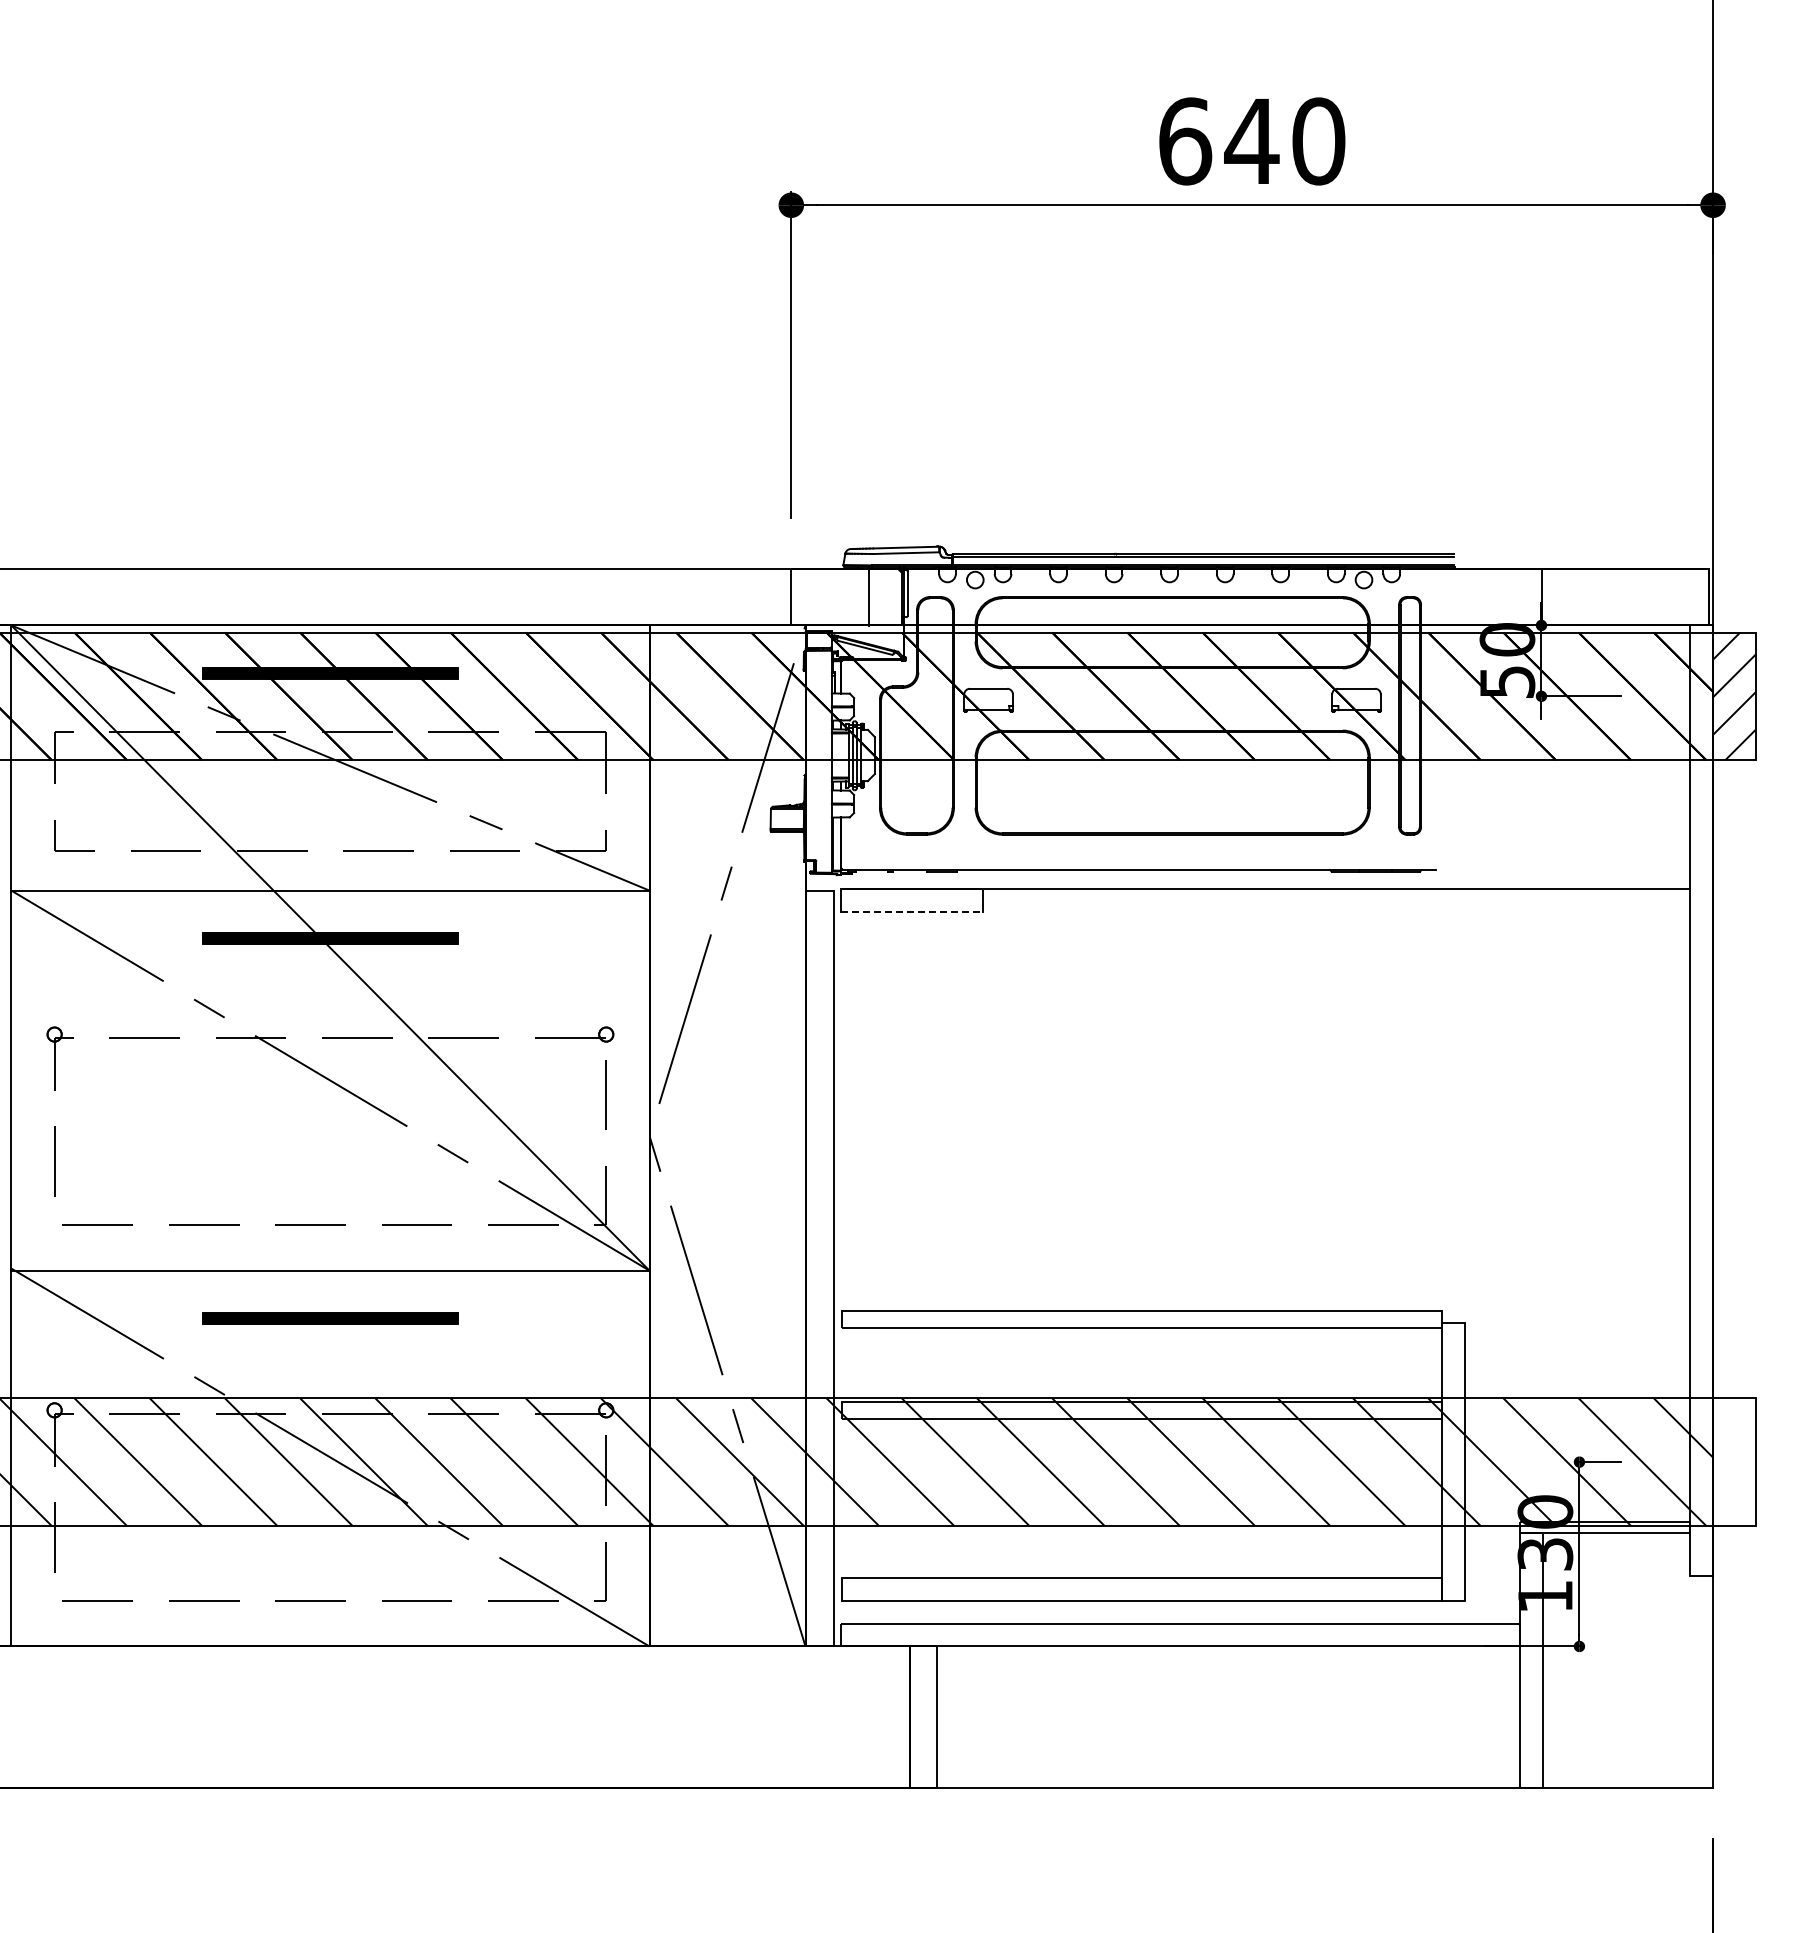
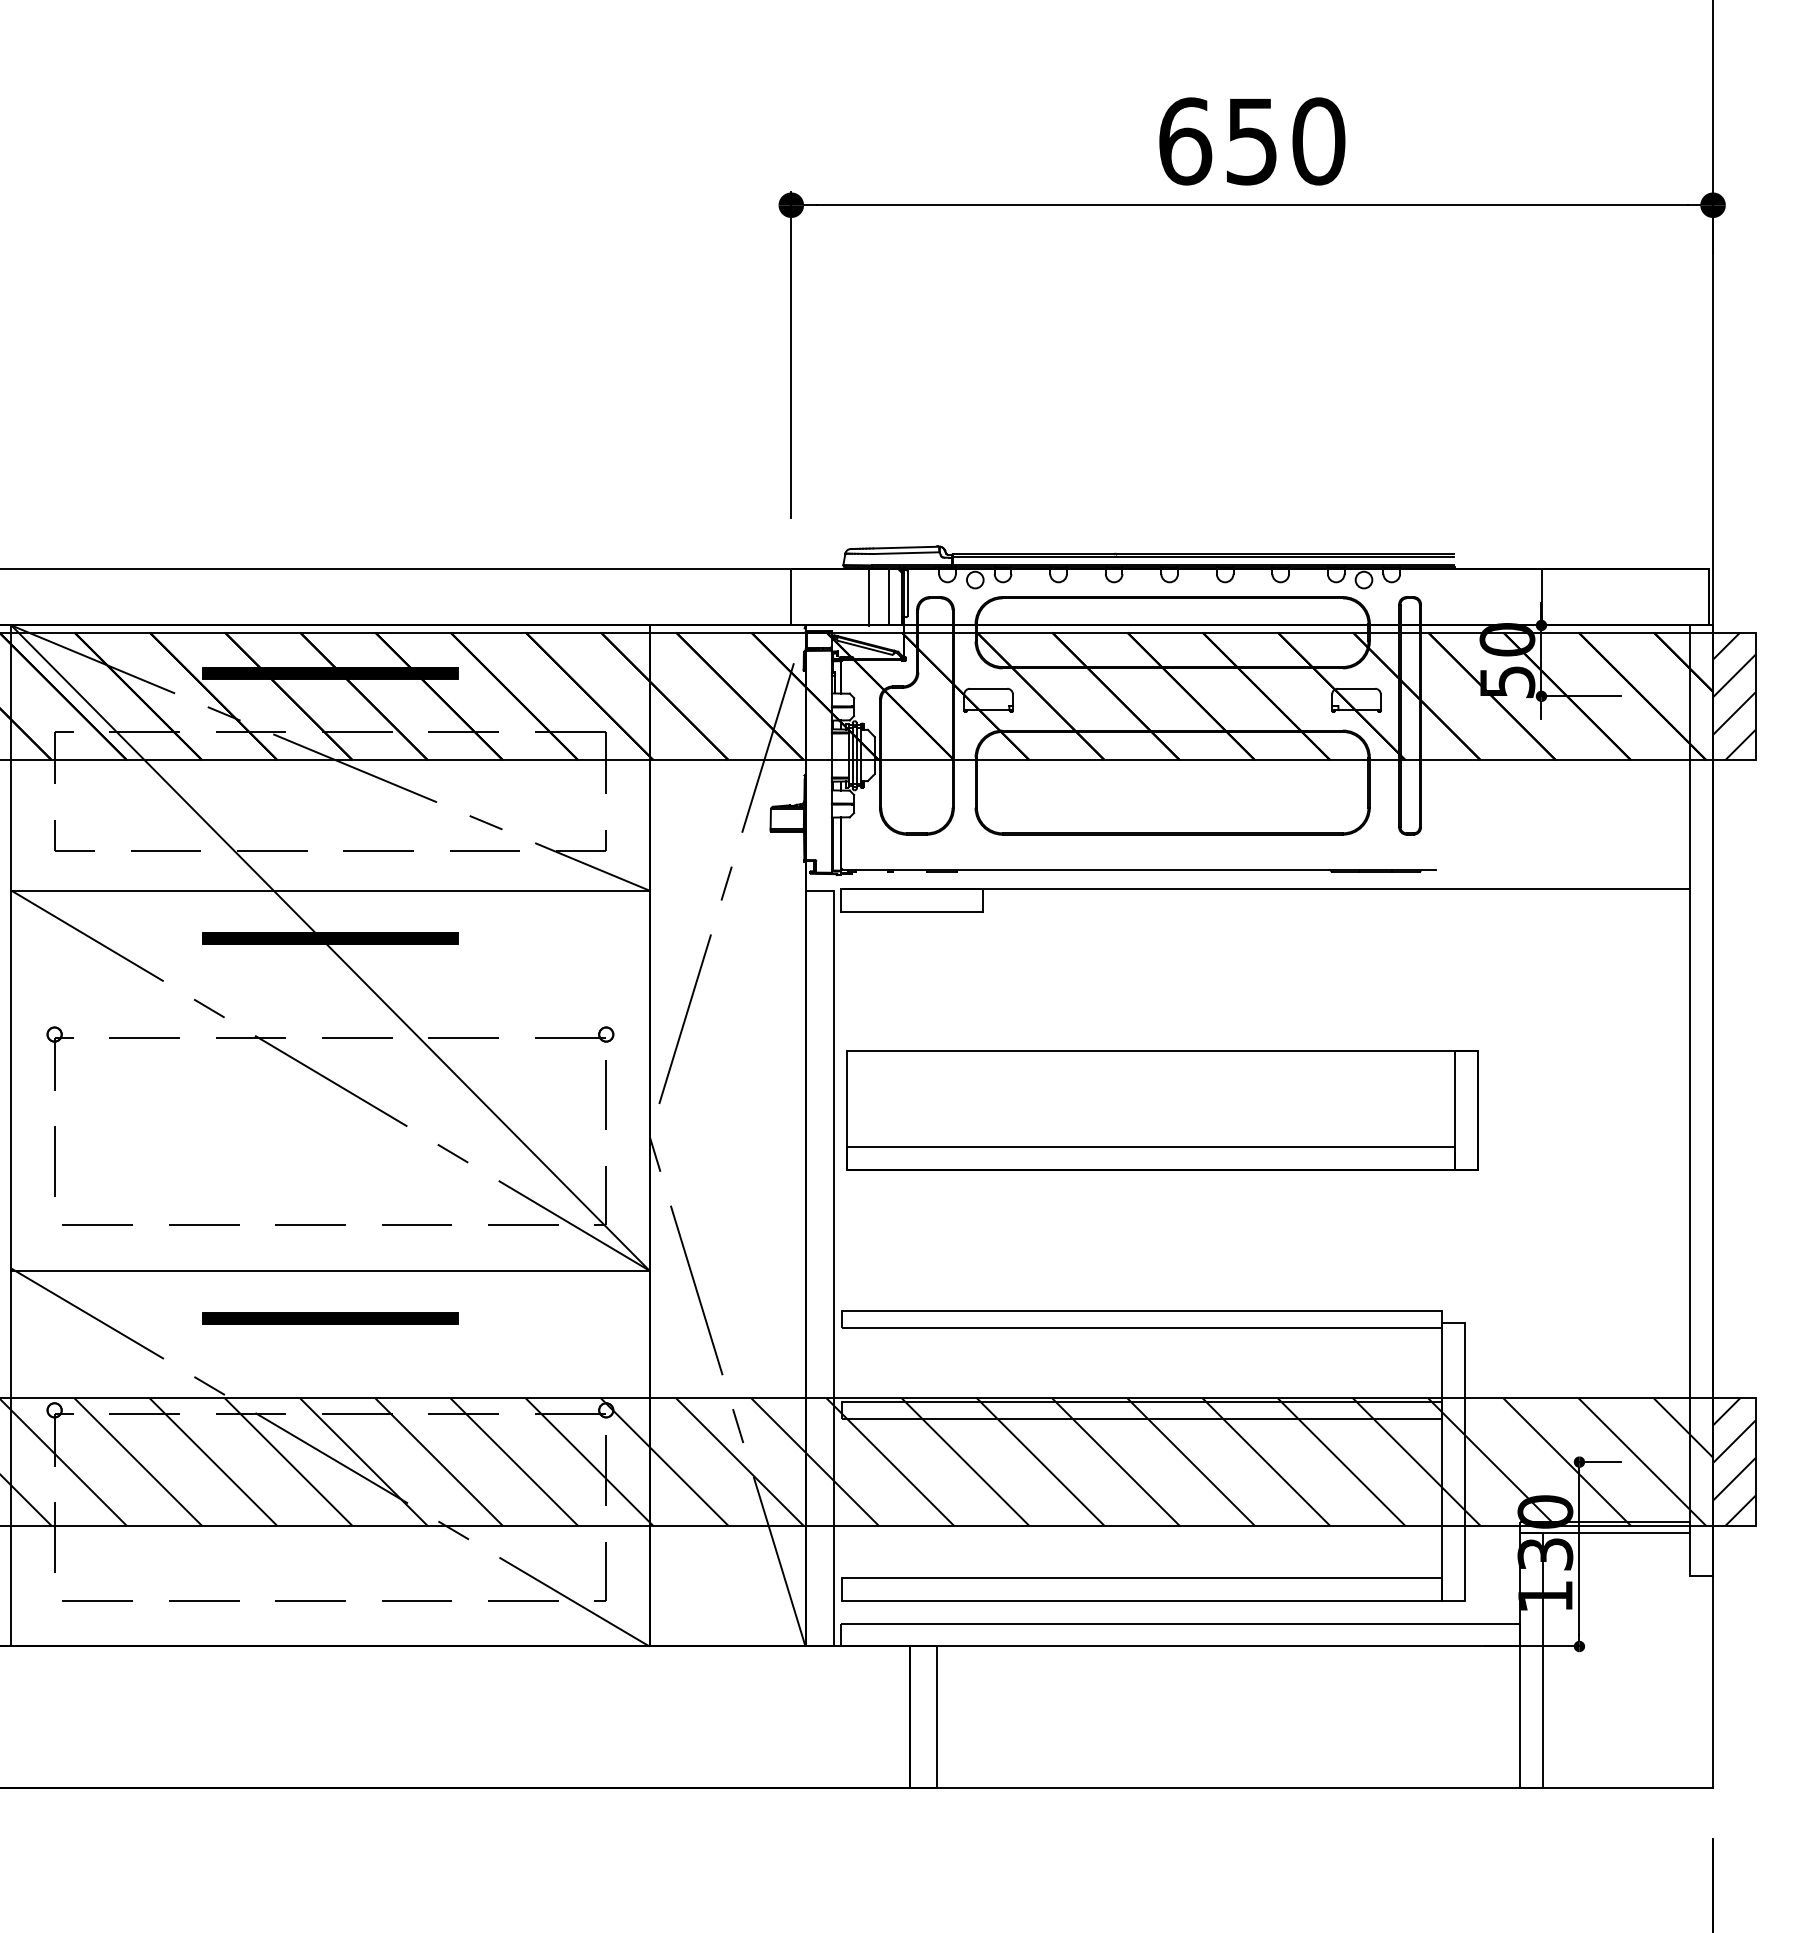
text at (1251, 141): 640 -> 650
line at (889, 596): none -> present
line at (911, 911): dashed -> solid
part at (1162, 1110): none -> present
hatch at (1734, 1461): none -> present
